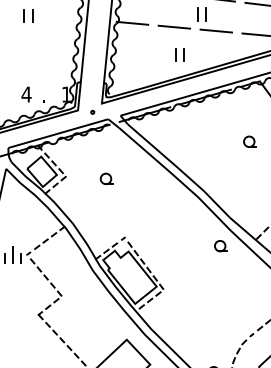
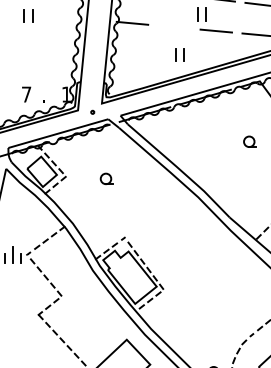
line at (174, 26): present -> none
text at (26, 94): 4 -> 7
part at (220, 246): present -> none
